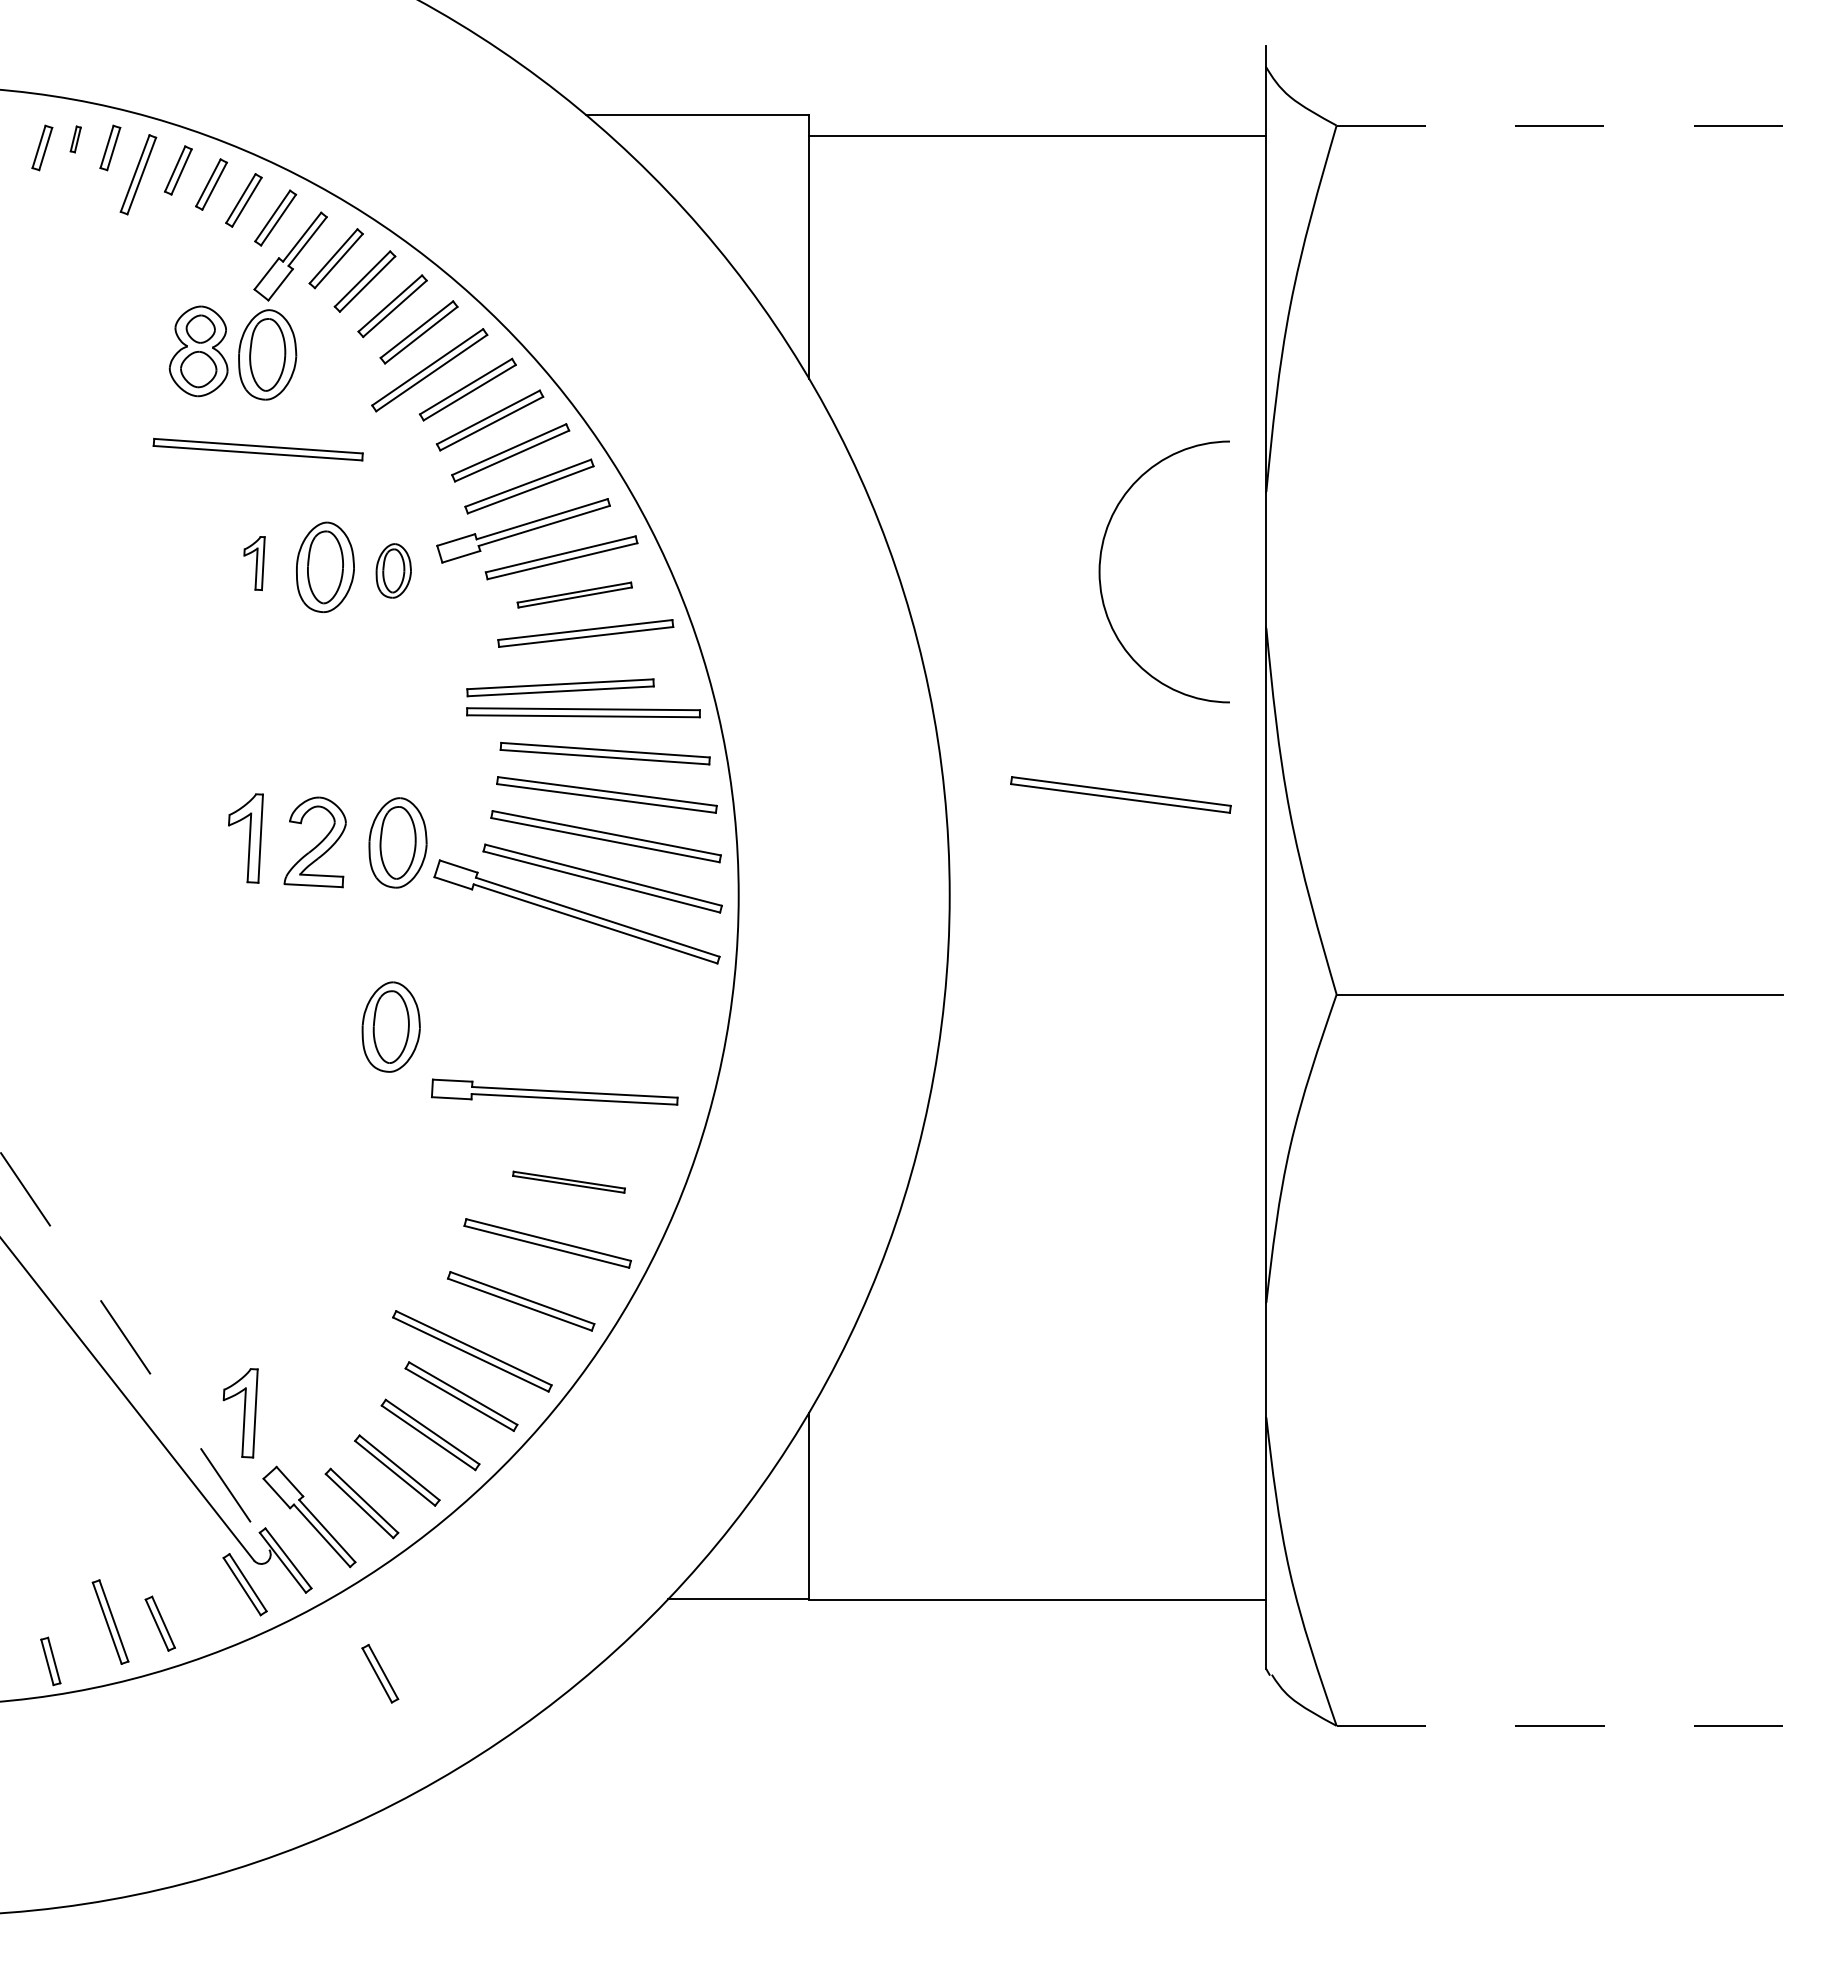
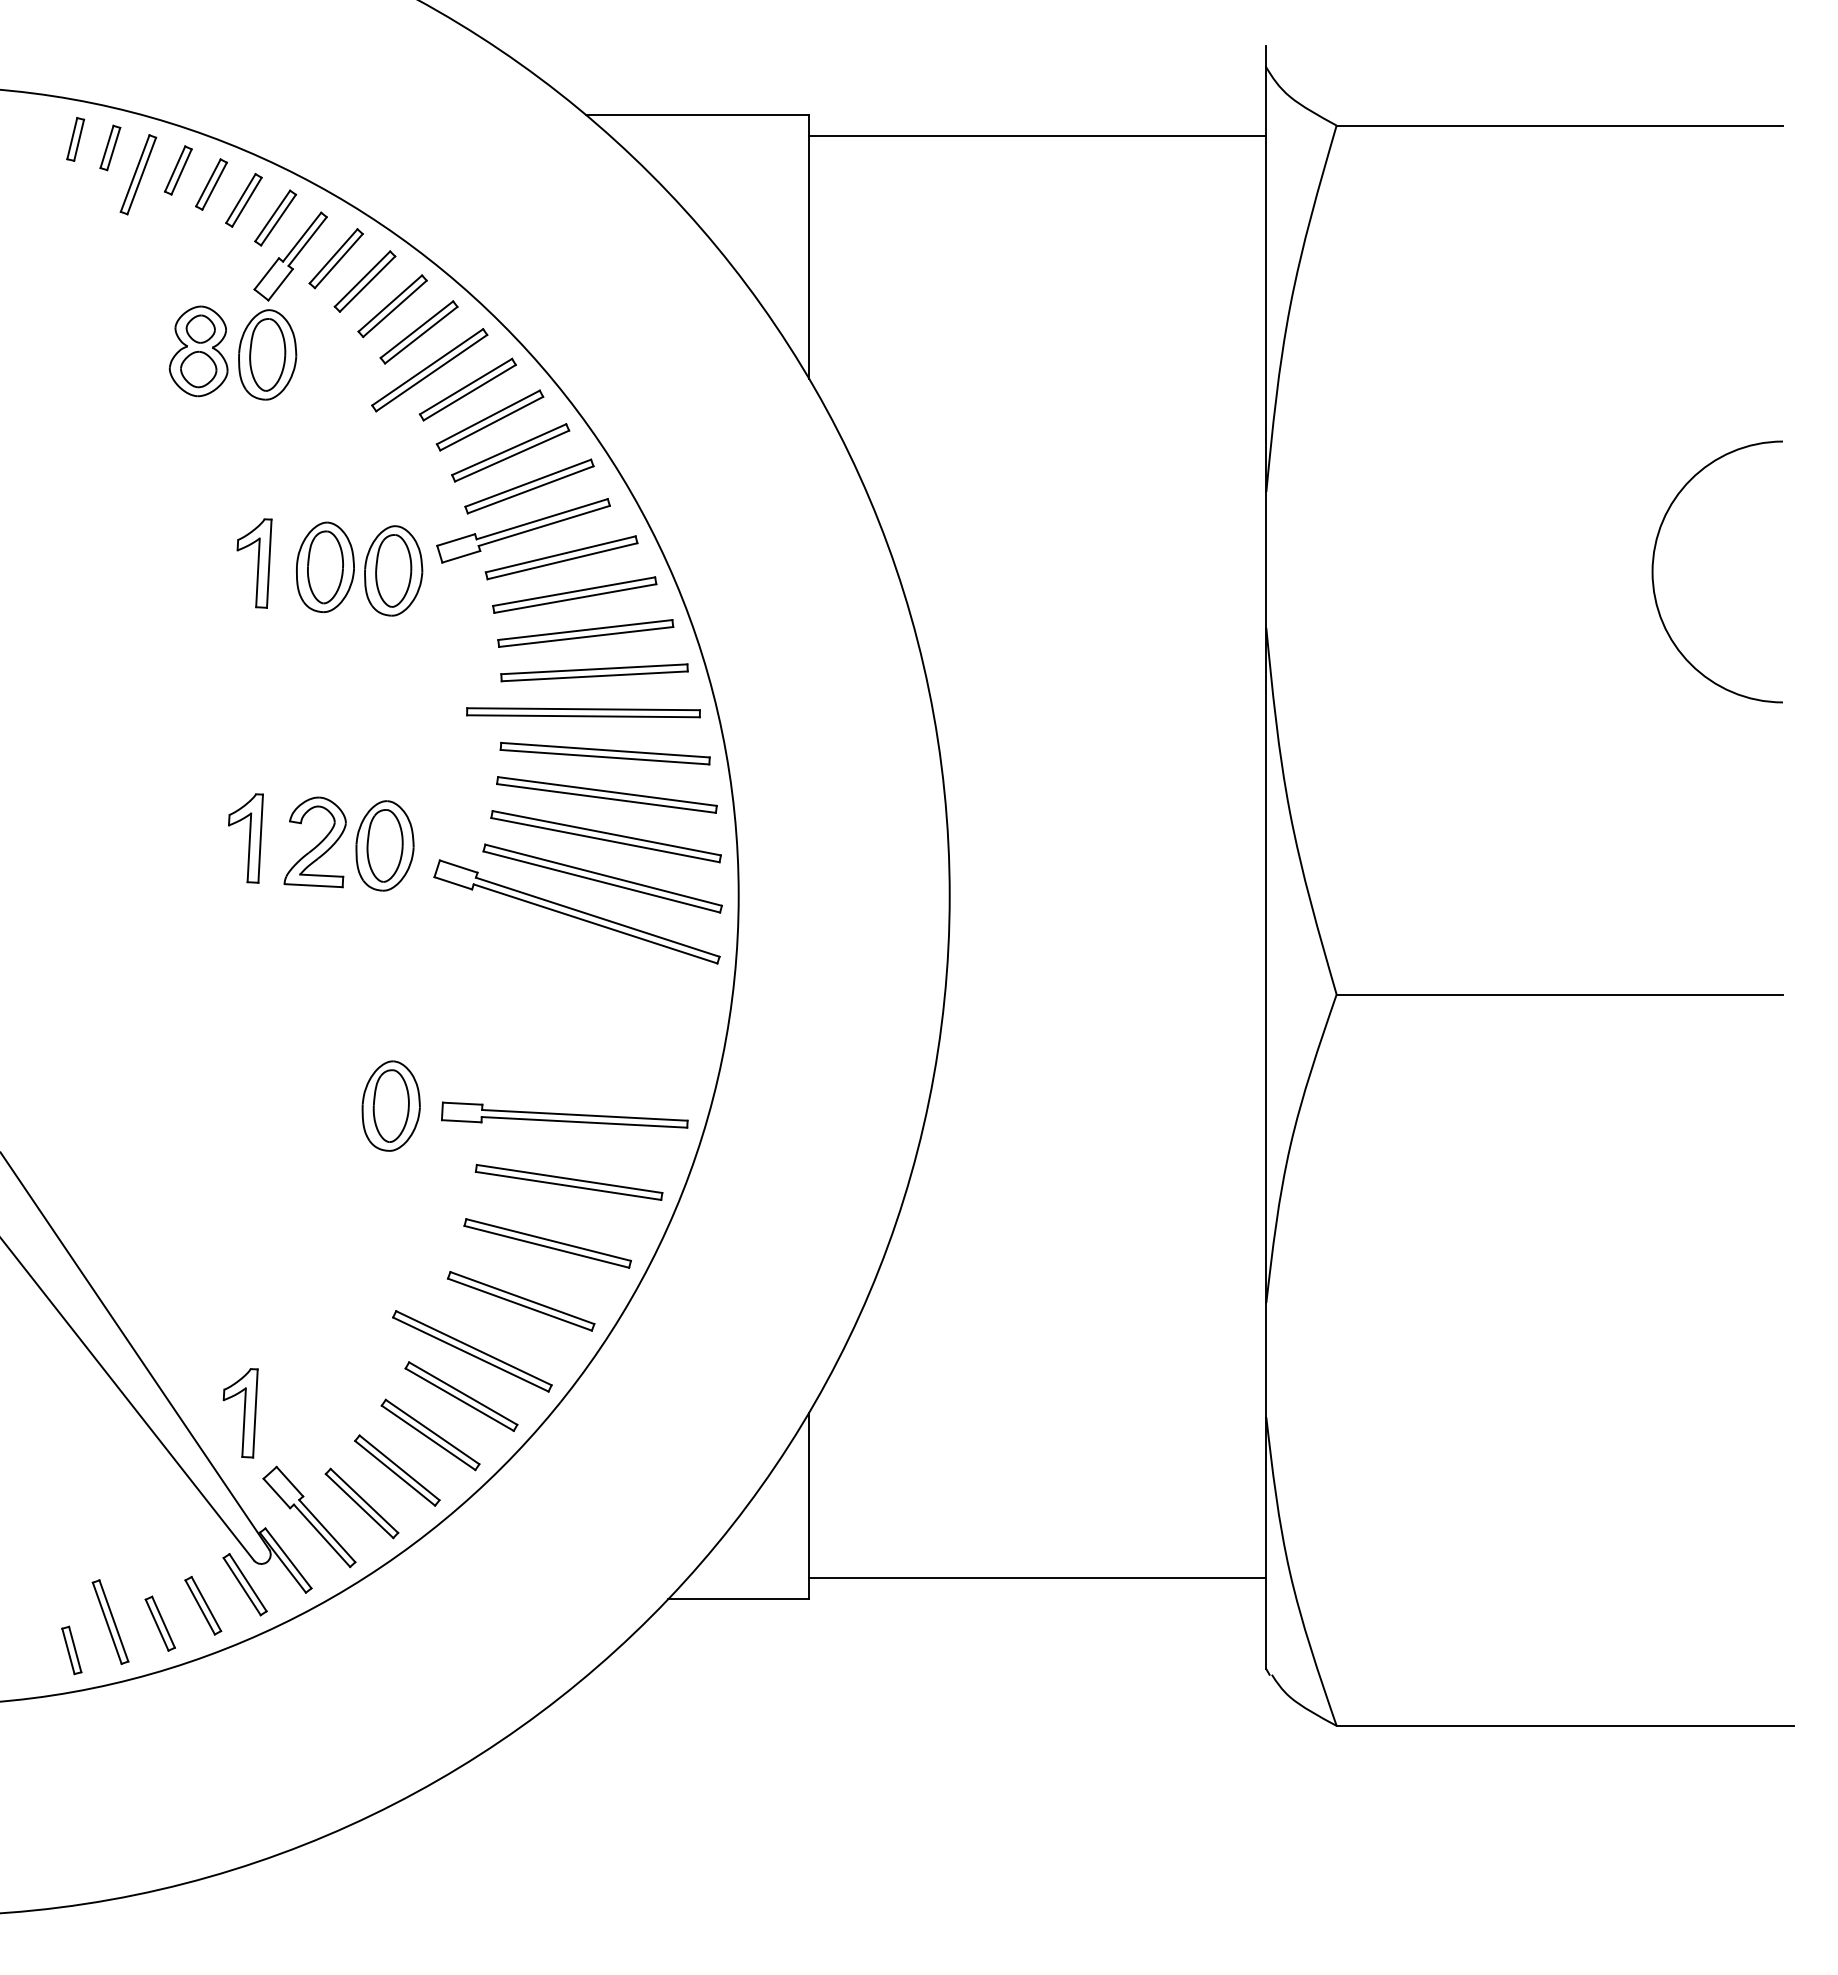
line at (1559, 125): dashed -> solid
part at (75, 139) size: 13x29 px -> 20x45 px
part at (42, 147): present -> none
part at (257, 449): present -> none
arc at (1101, 560) position: (1101, 560) -> (1654, 560)
part at (254, 563) size: 23x56 px -> 37x91 px
part at (393, 570) size: 37x56 px -> 60x92 px
part at (574, 594) size: 117x28 px -> 166x38 px
part at (560, 687) position: (560, 687) -> (594, 672)
part at (1120, 794): present -> none
part at (397, 842) position: (397, 842) -> (384, 845)
part at (390, 1026) position: (390, 1026) -> (390, 1105)
part at (554, 1091) position: (554, 1091) -> (564, 1114)
part at (568, 1181) size: 114x24 px -> 190x38 px
line at (134, 1351): dashed -> solid
line at (1037, 1600) position: (1037, 1600) -> (1037, 1578)
part at (50, 1661) position: (50, 1661) -> (71, 1650)
part at (380, 1673) position: (380, 1673) -> (203, 1605)
line at (1565, 1725): dashed -> solid
